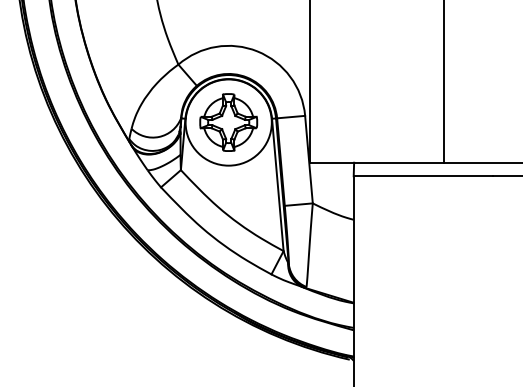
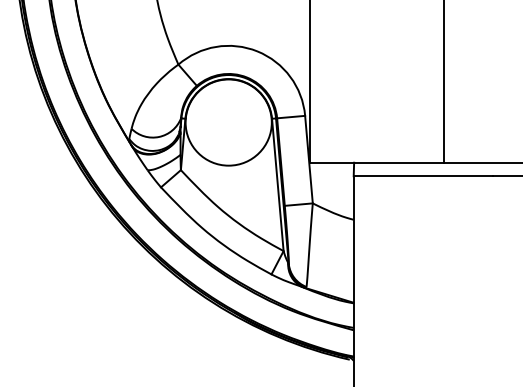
part at (228, 122): present -> none
